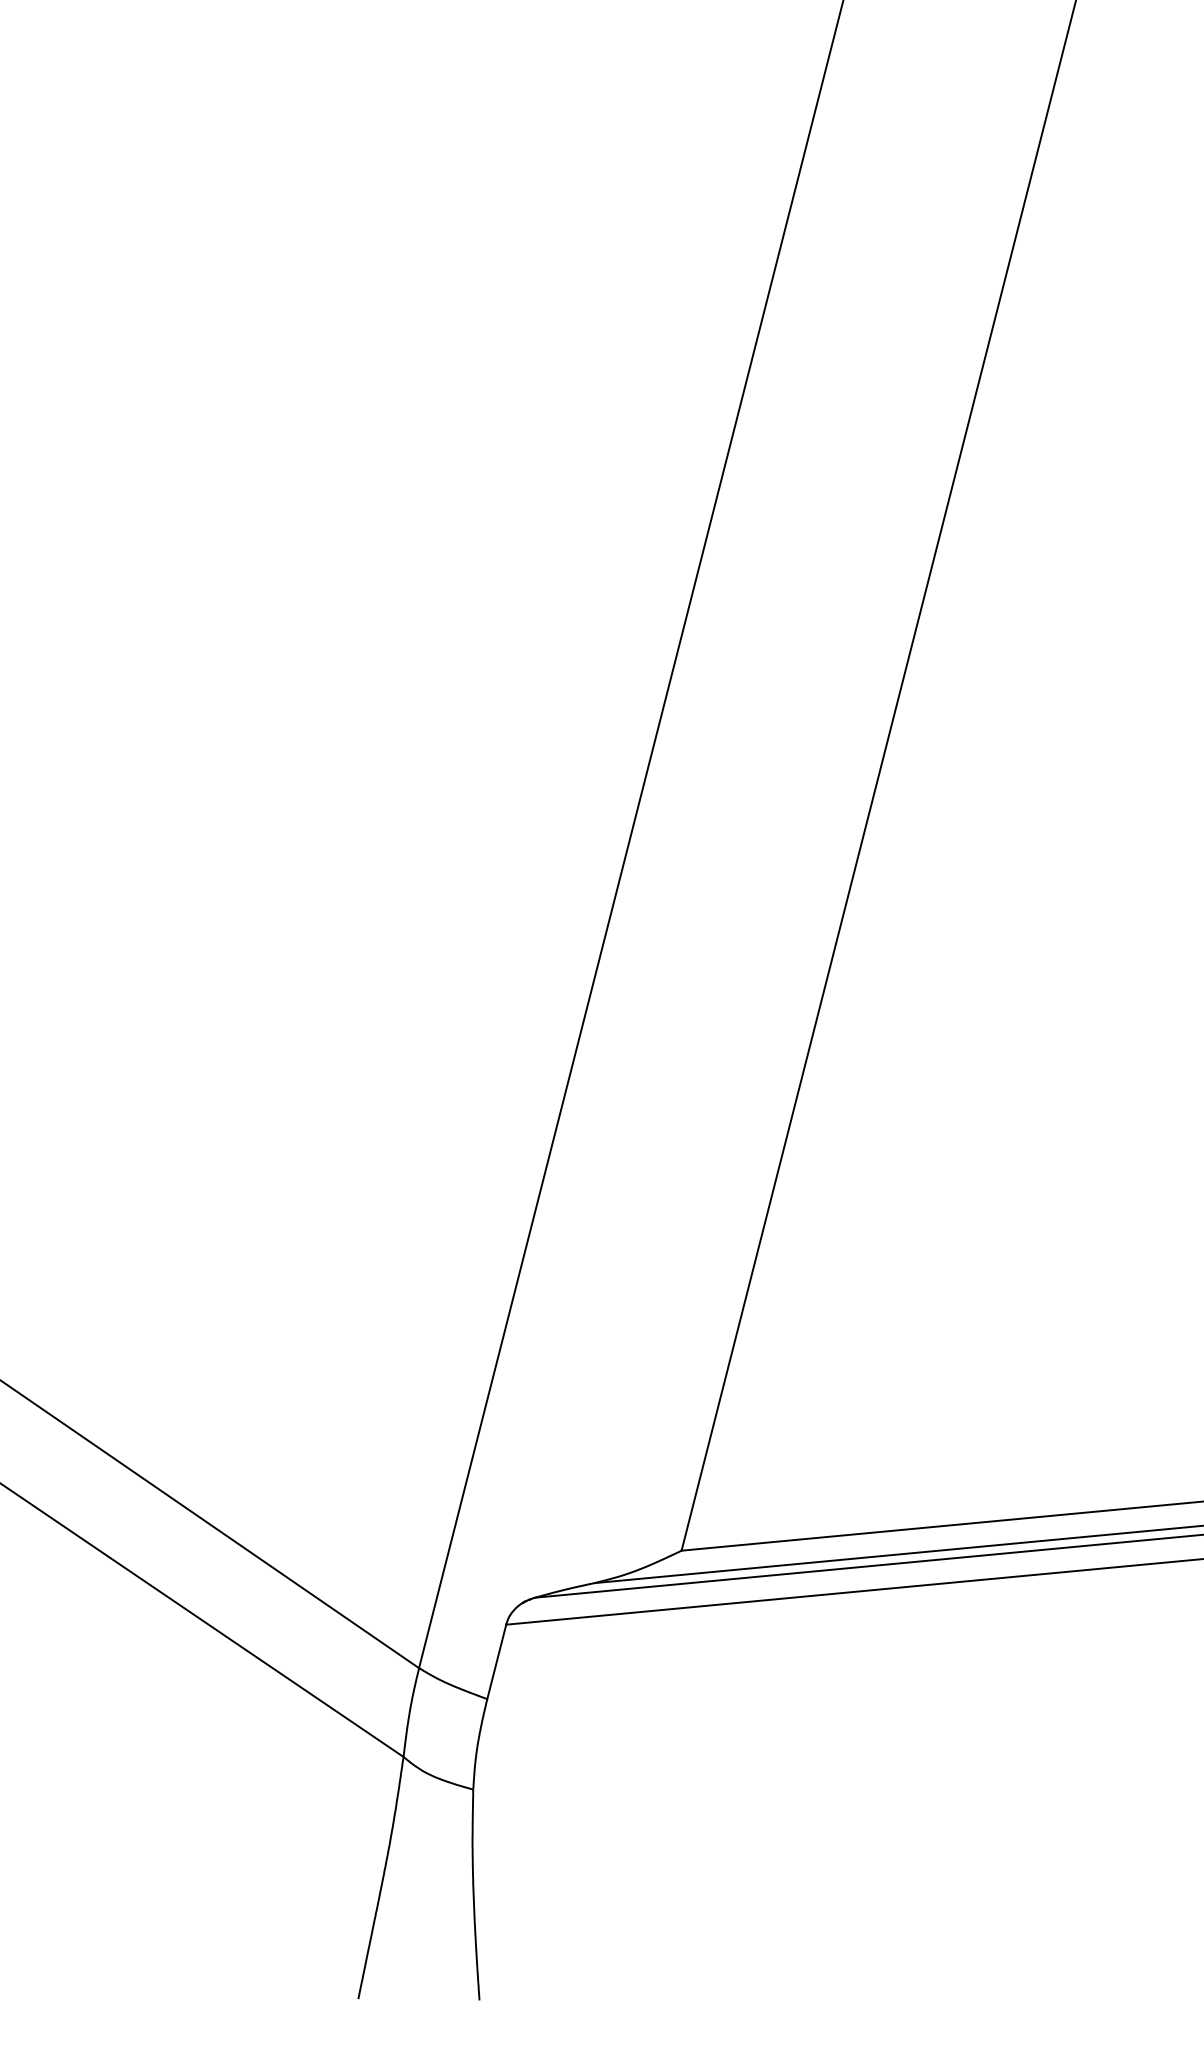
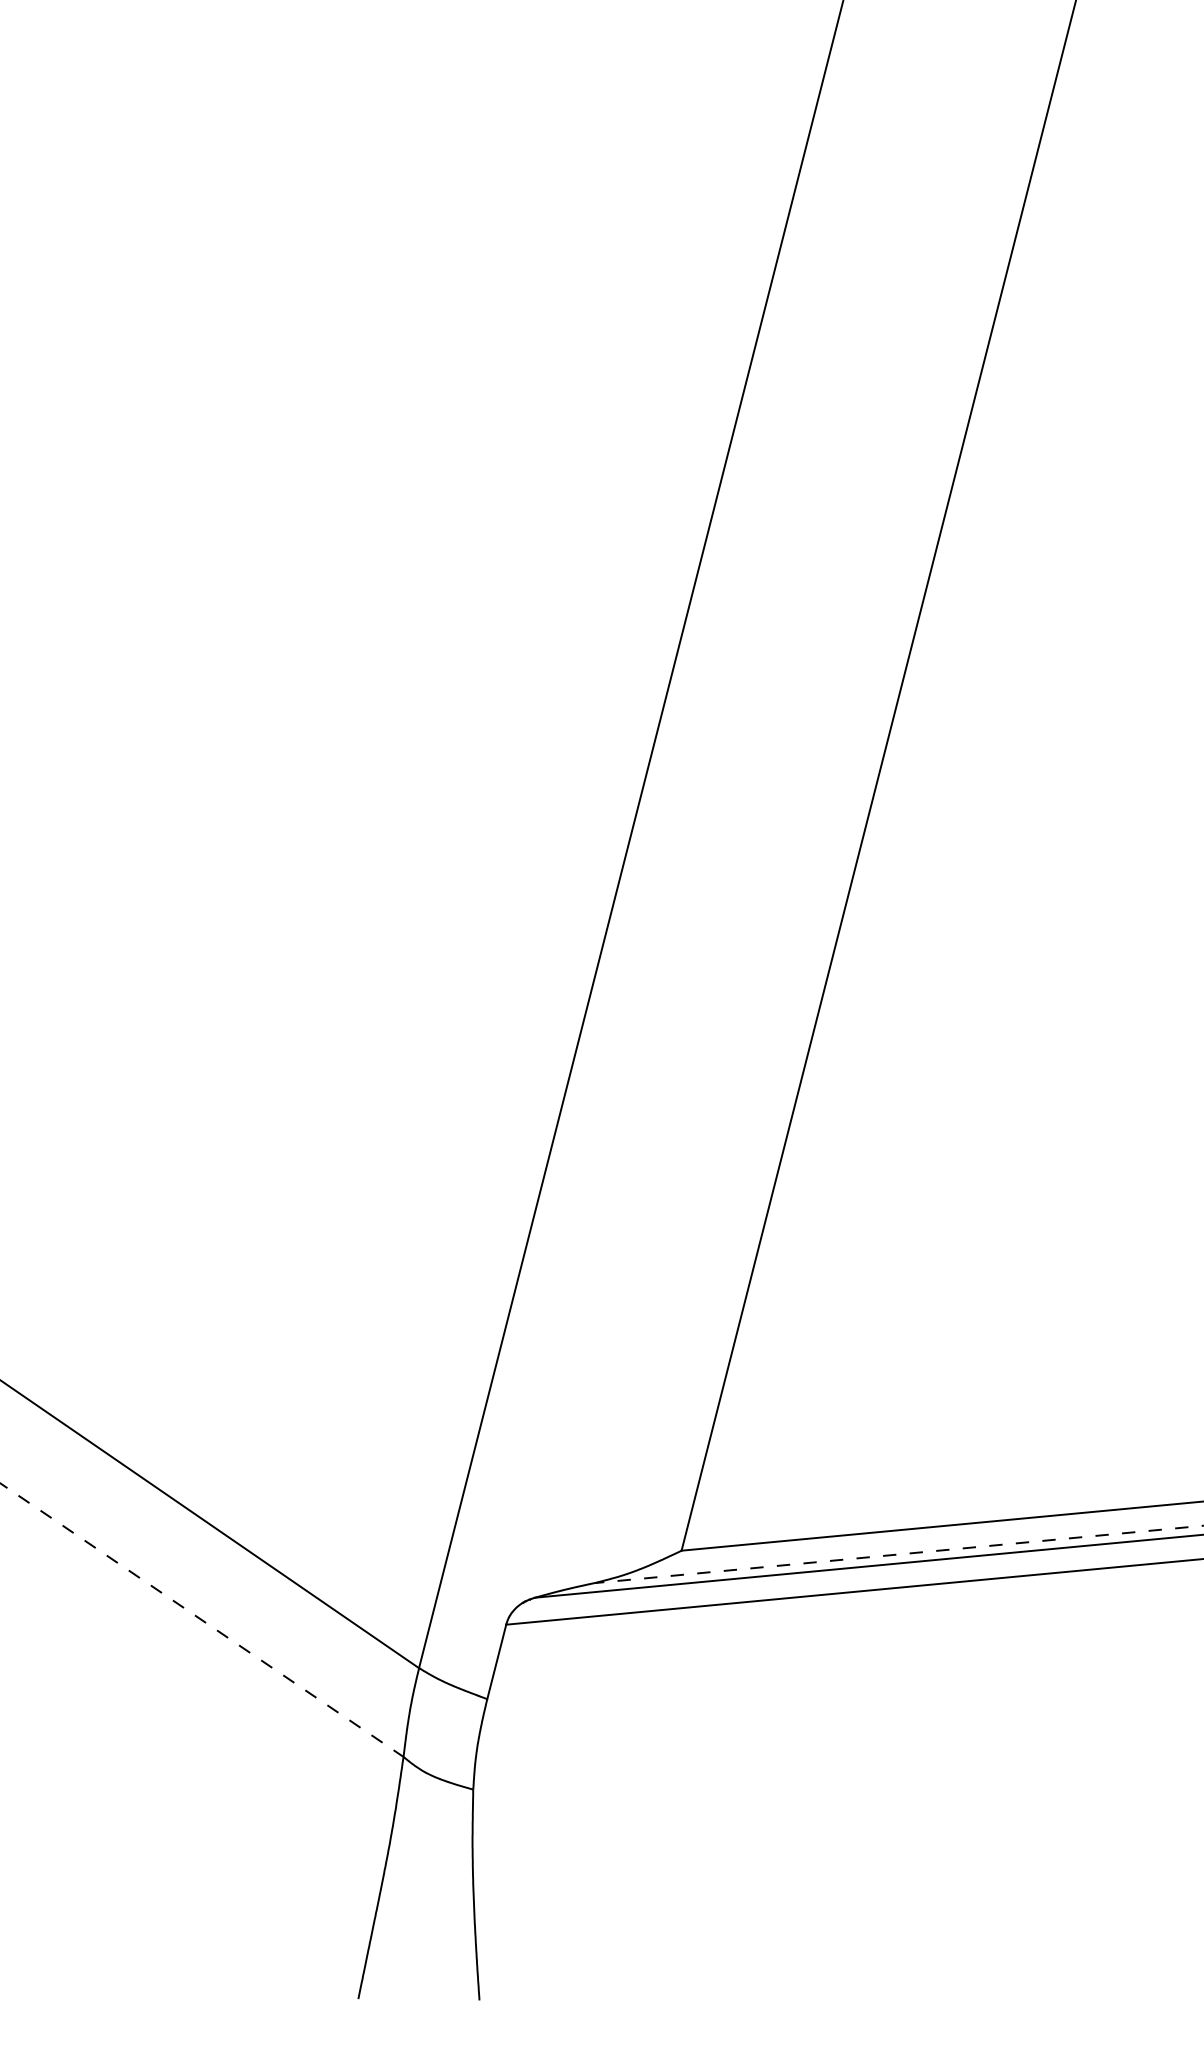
line at (898, 1554): solid -> dashed
line at (202, 1620): solid -> dashed
